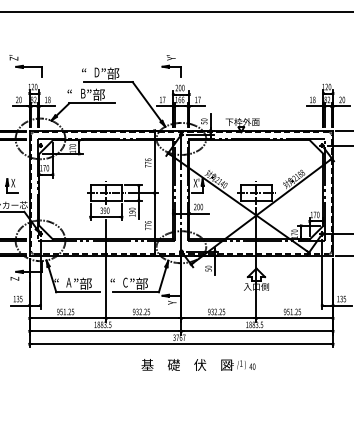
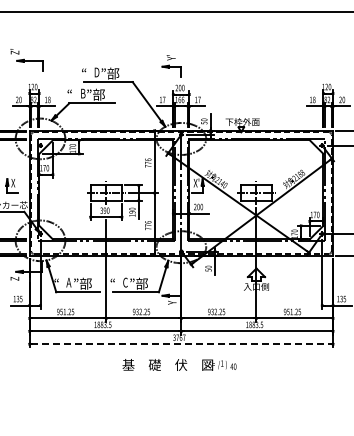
part at (25, 66) position: (25, 66) -> (26, 60)
line at (181, 344): solid -> dashed
text at (198, 364) position: (198, 364) -> (179, 364)
